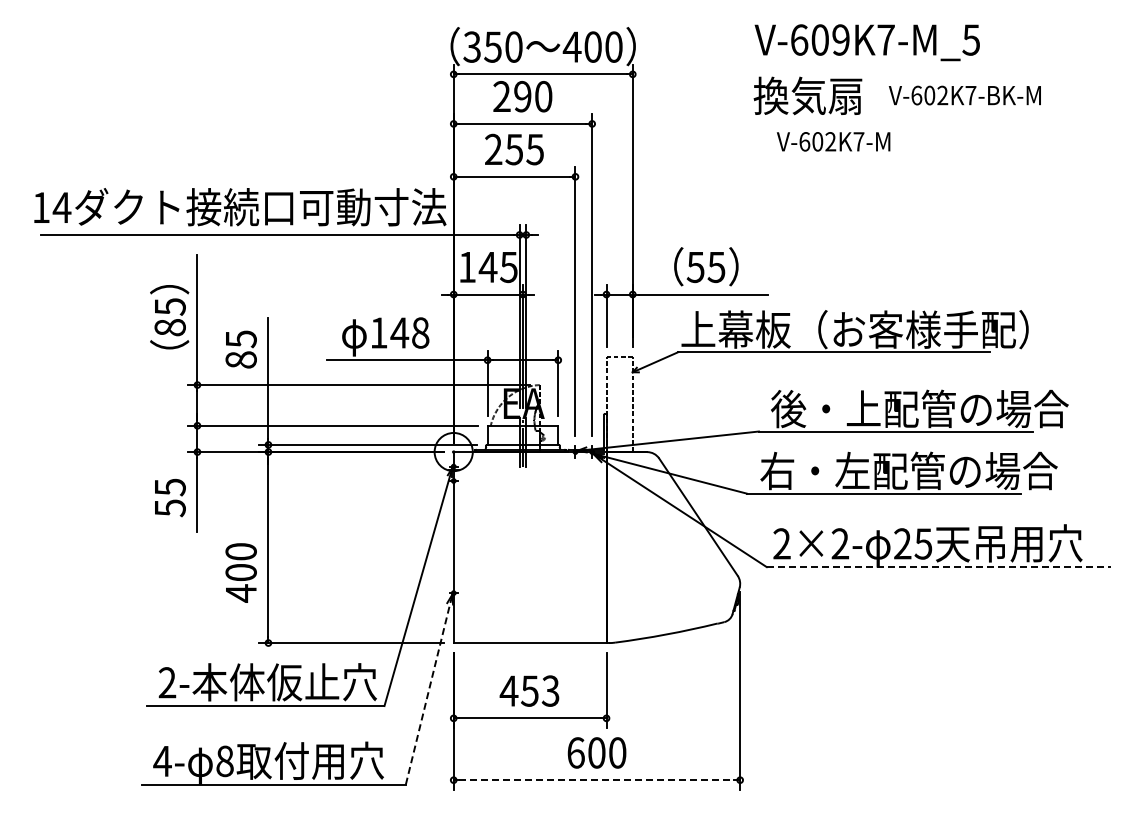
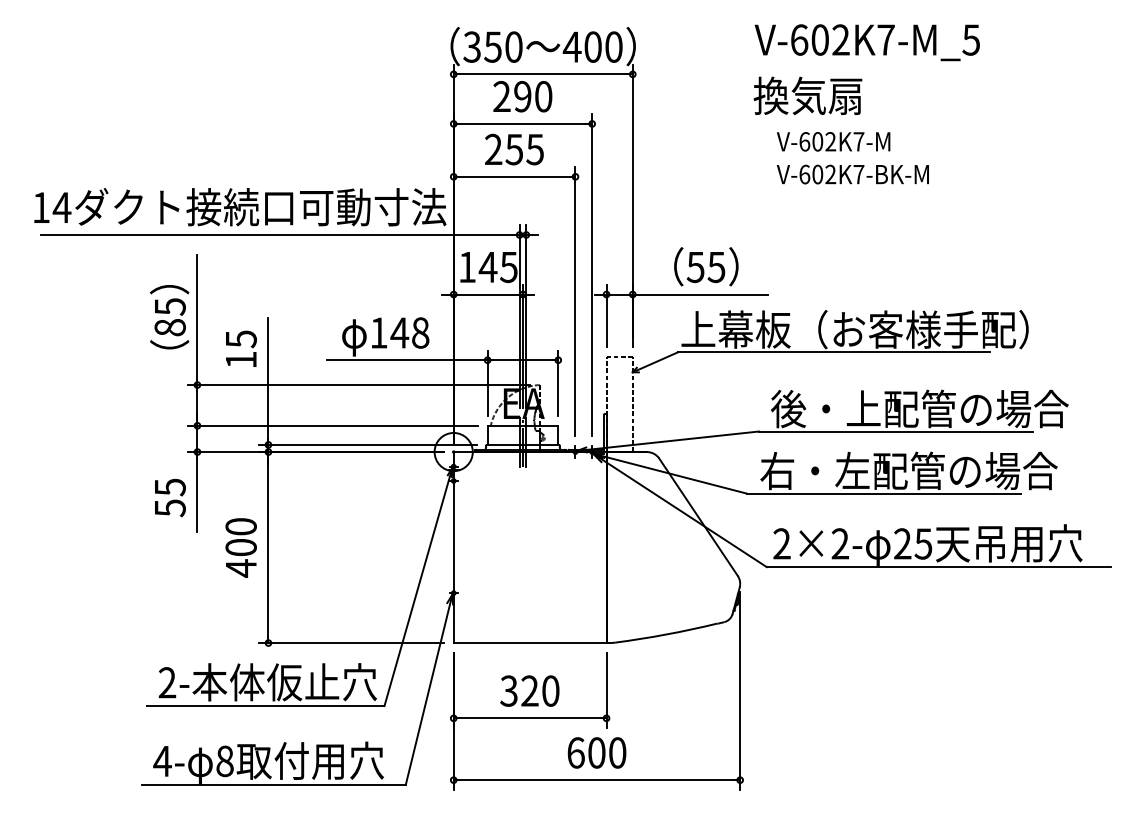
text at (840, 39): V-609K7-M_5 -> V-602K7-M_5
text at (964, 95) position: (964, 95) -> (852, 174)
text at (240, 359): 85 -> 15
line at (938, 567): dashed -> solid
text at (240, 572) position: (240, 572) -> (240, 547)
line at (429, 689): dashed -> solid
text at (529, 690): 453 -> 320
line at (597, 780): dashed -> solid
